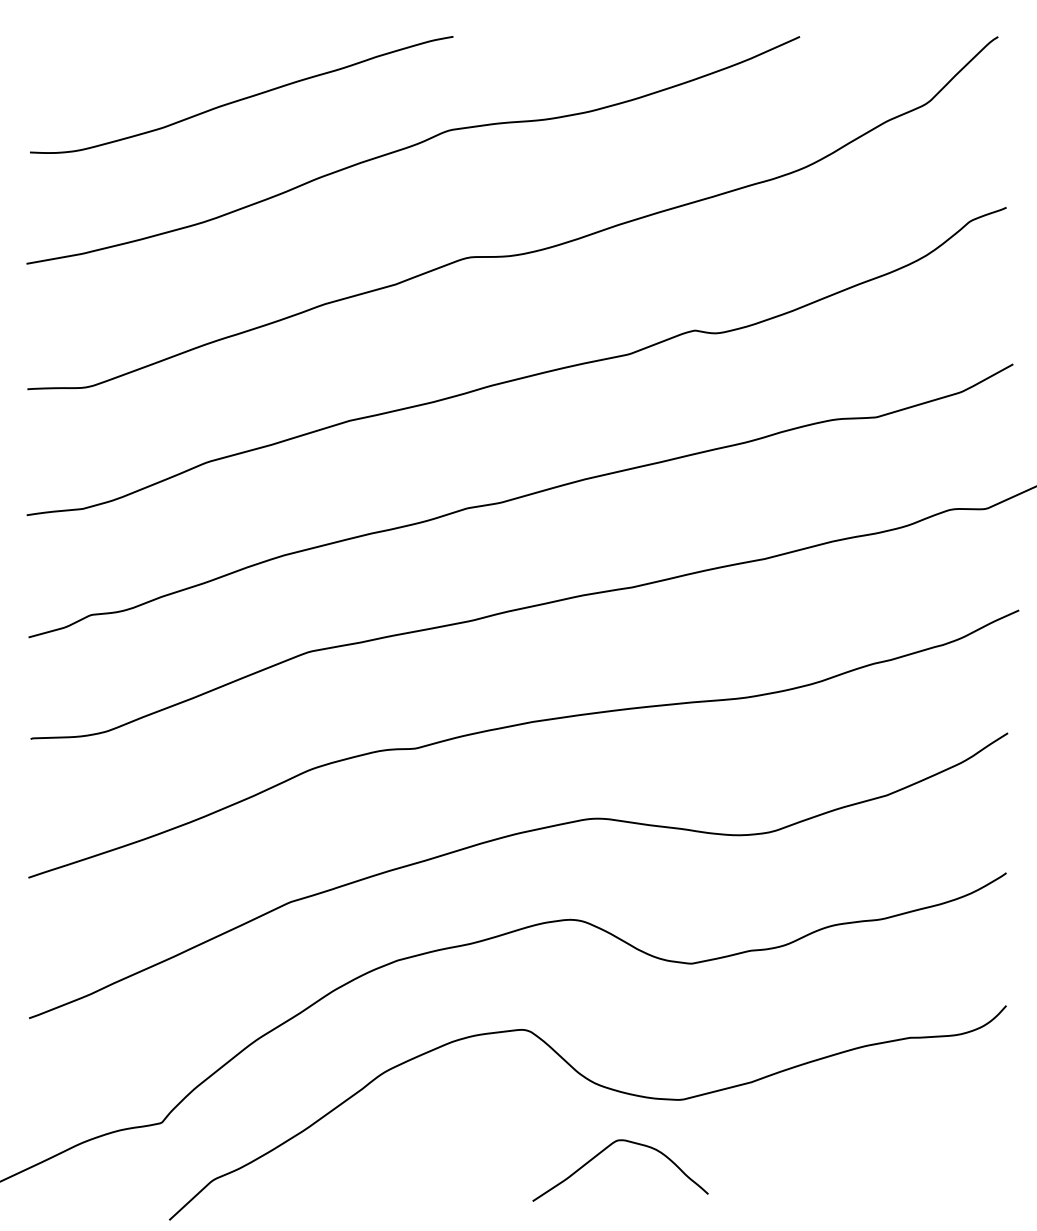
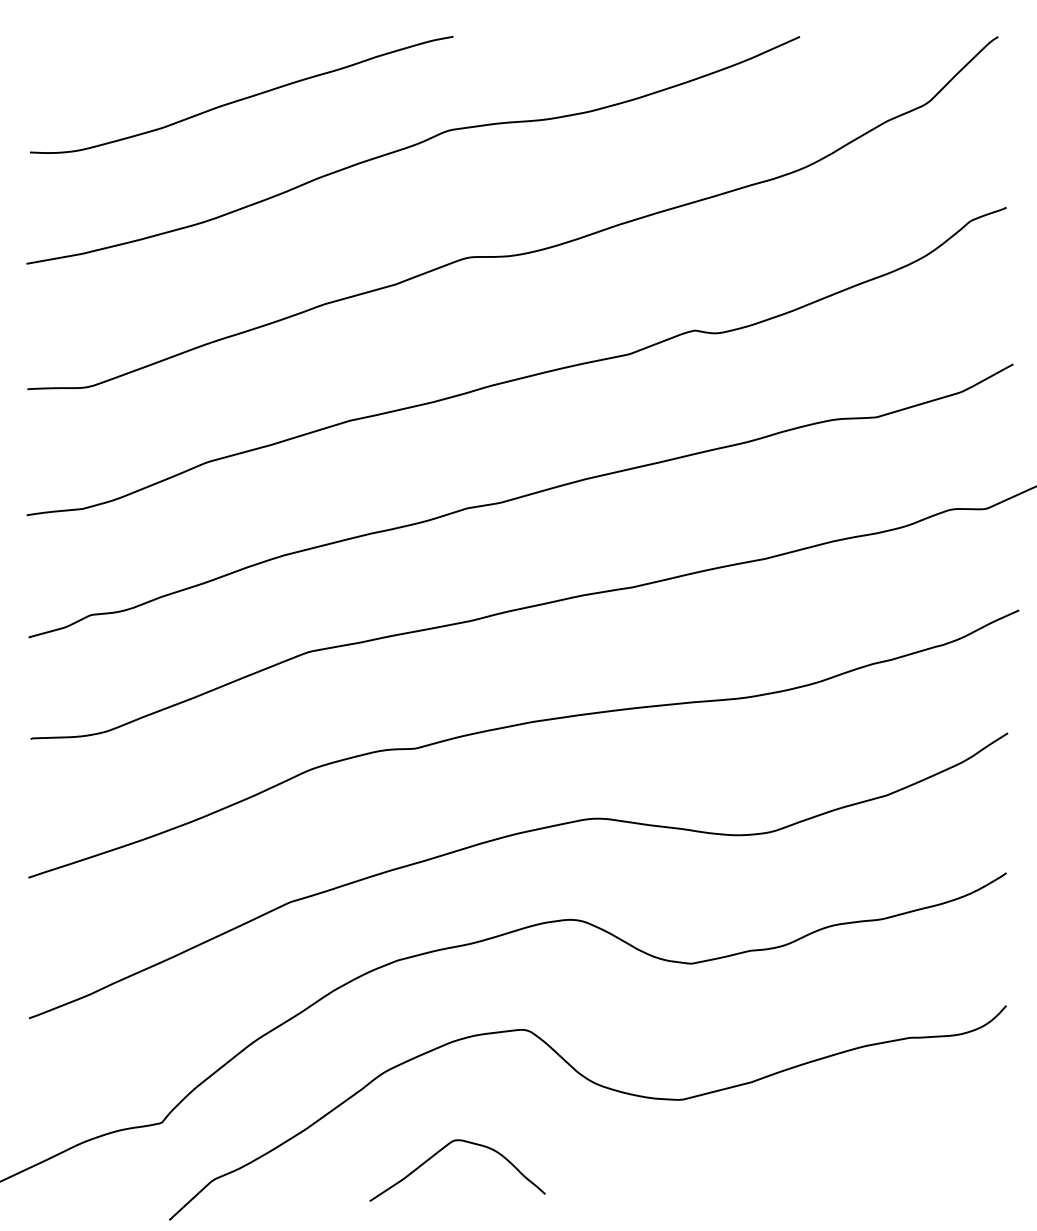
curve at (606, 1149) position: (606, 1149) -> (443, 1149)
